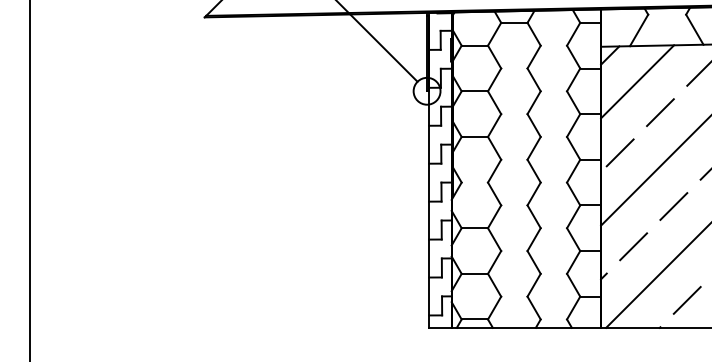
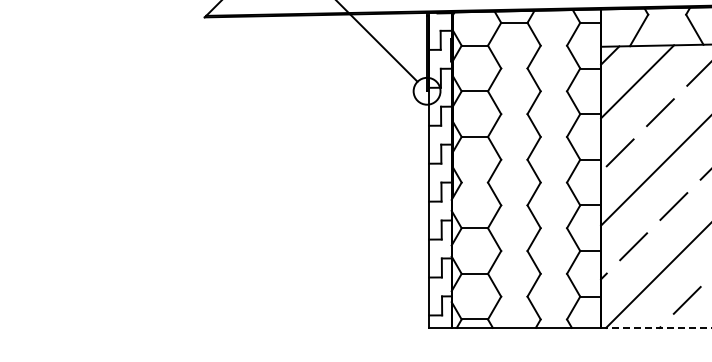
line at (29, 180): present -> none
line at (656, 327): solid -> dashed
